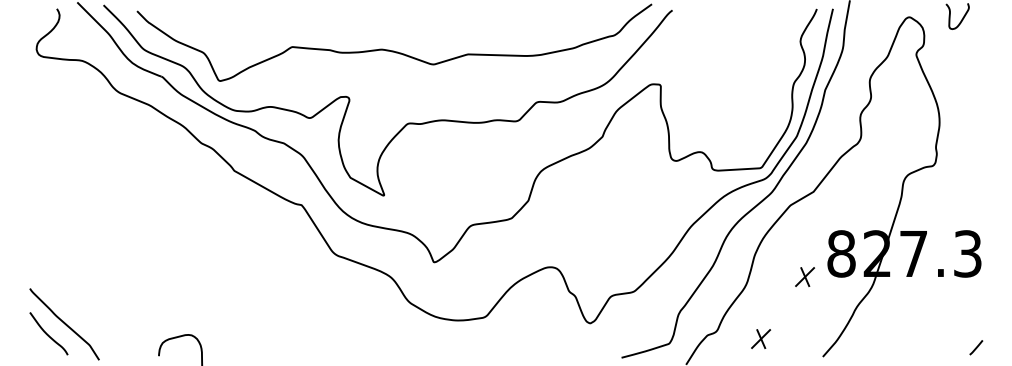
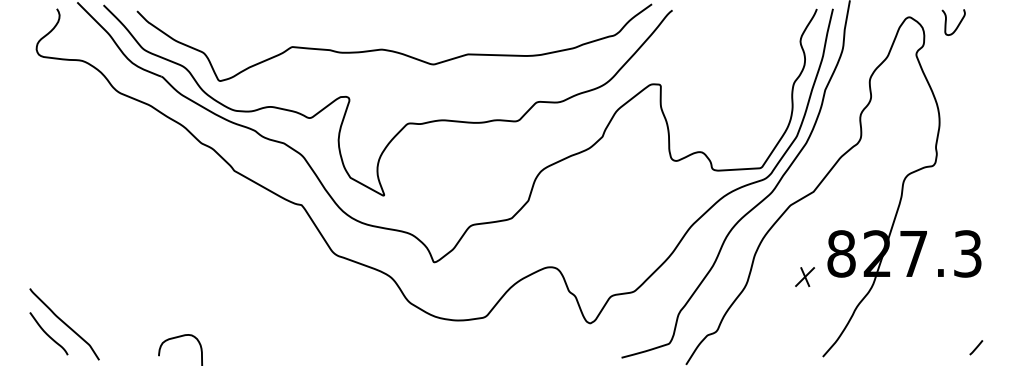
curve at (961, 19) position: (961, 19) -> (957, 25)
part at (760, 338): present -> none
